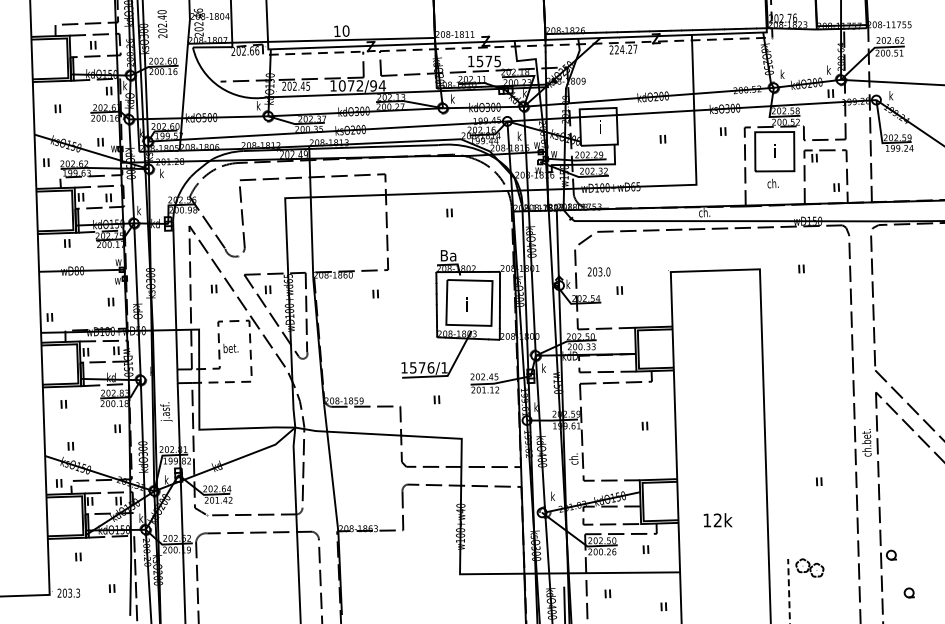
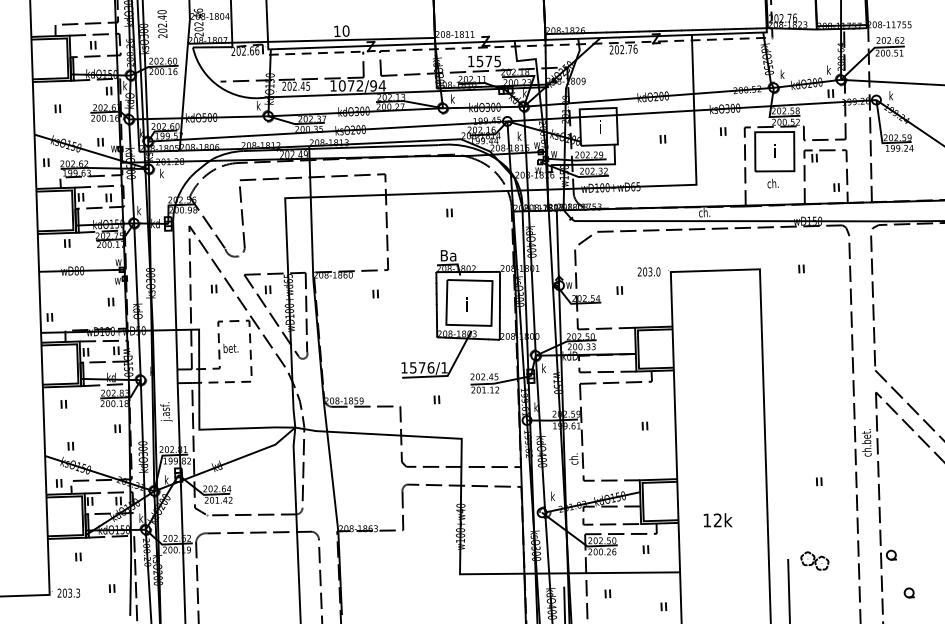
text at (625, 49): 224.27 -> 202.76
text at (598, 271) position: (598, 271) -> (648, 271)
text at (569, 283): k -> w
part at (809, 567) position: (809, 567) -> (814, 560)
line at (789, 590): dashed -> solid
